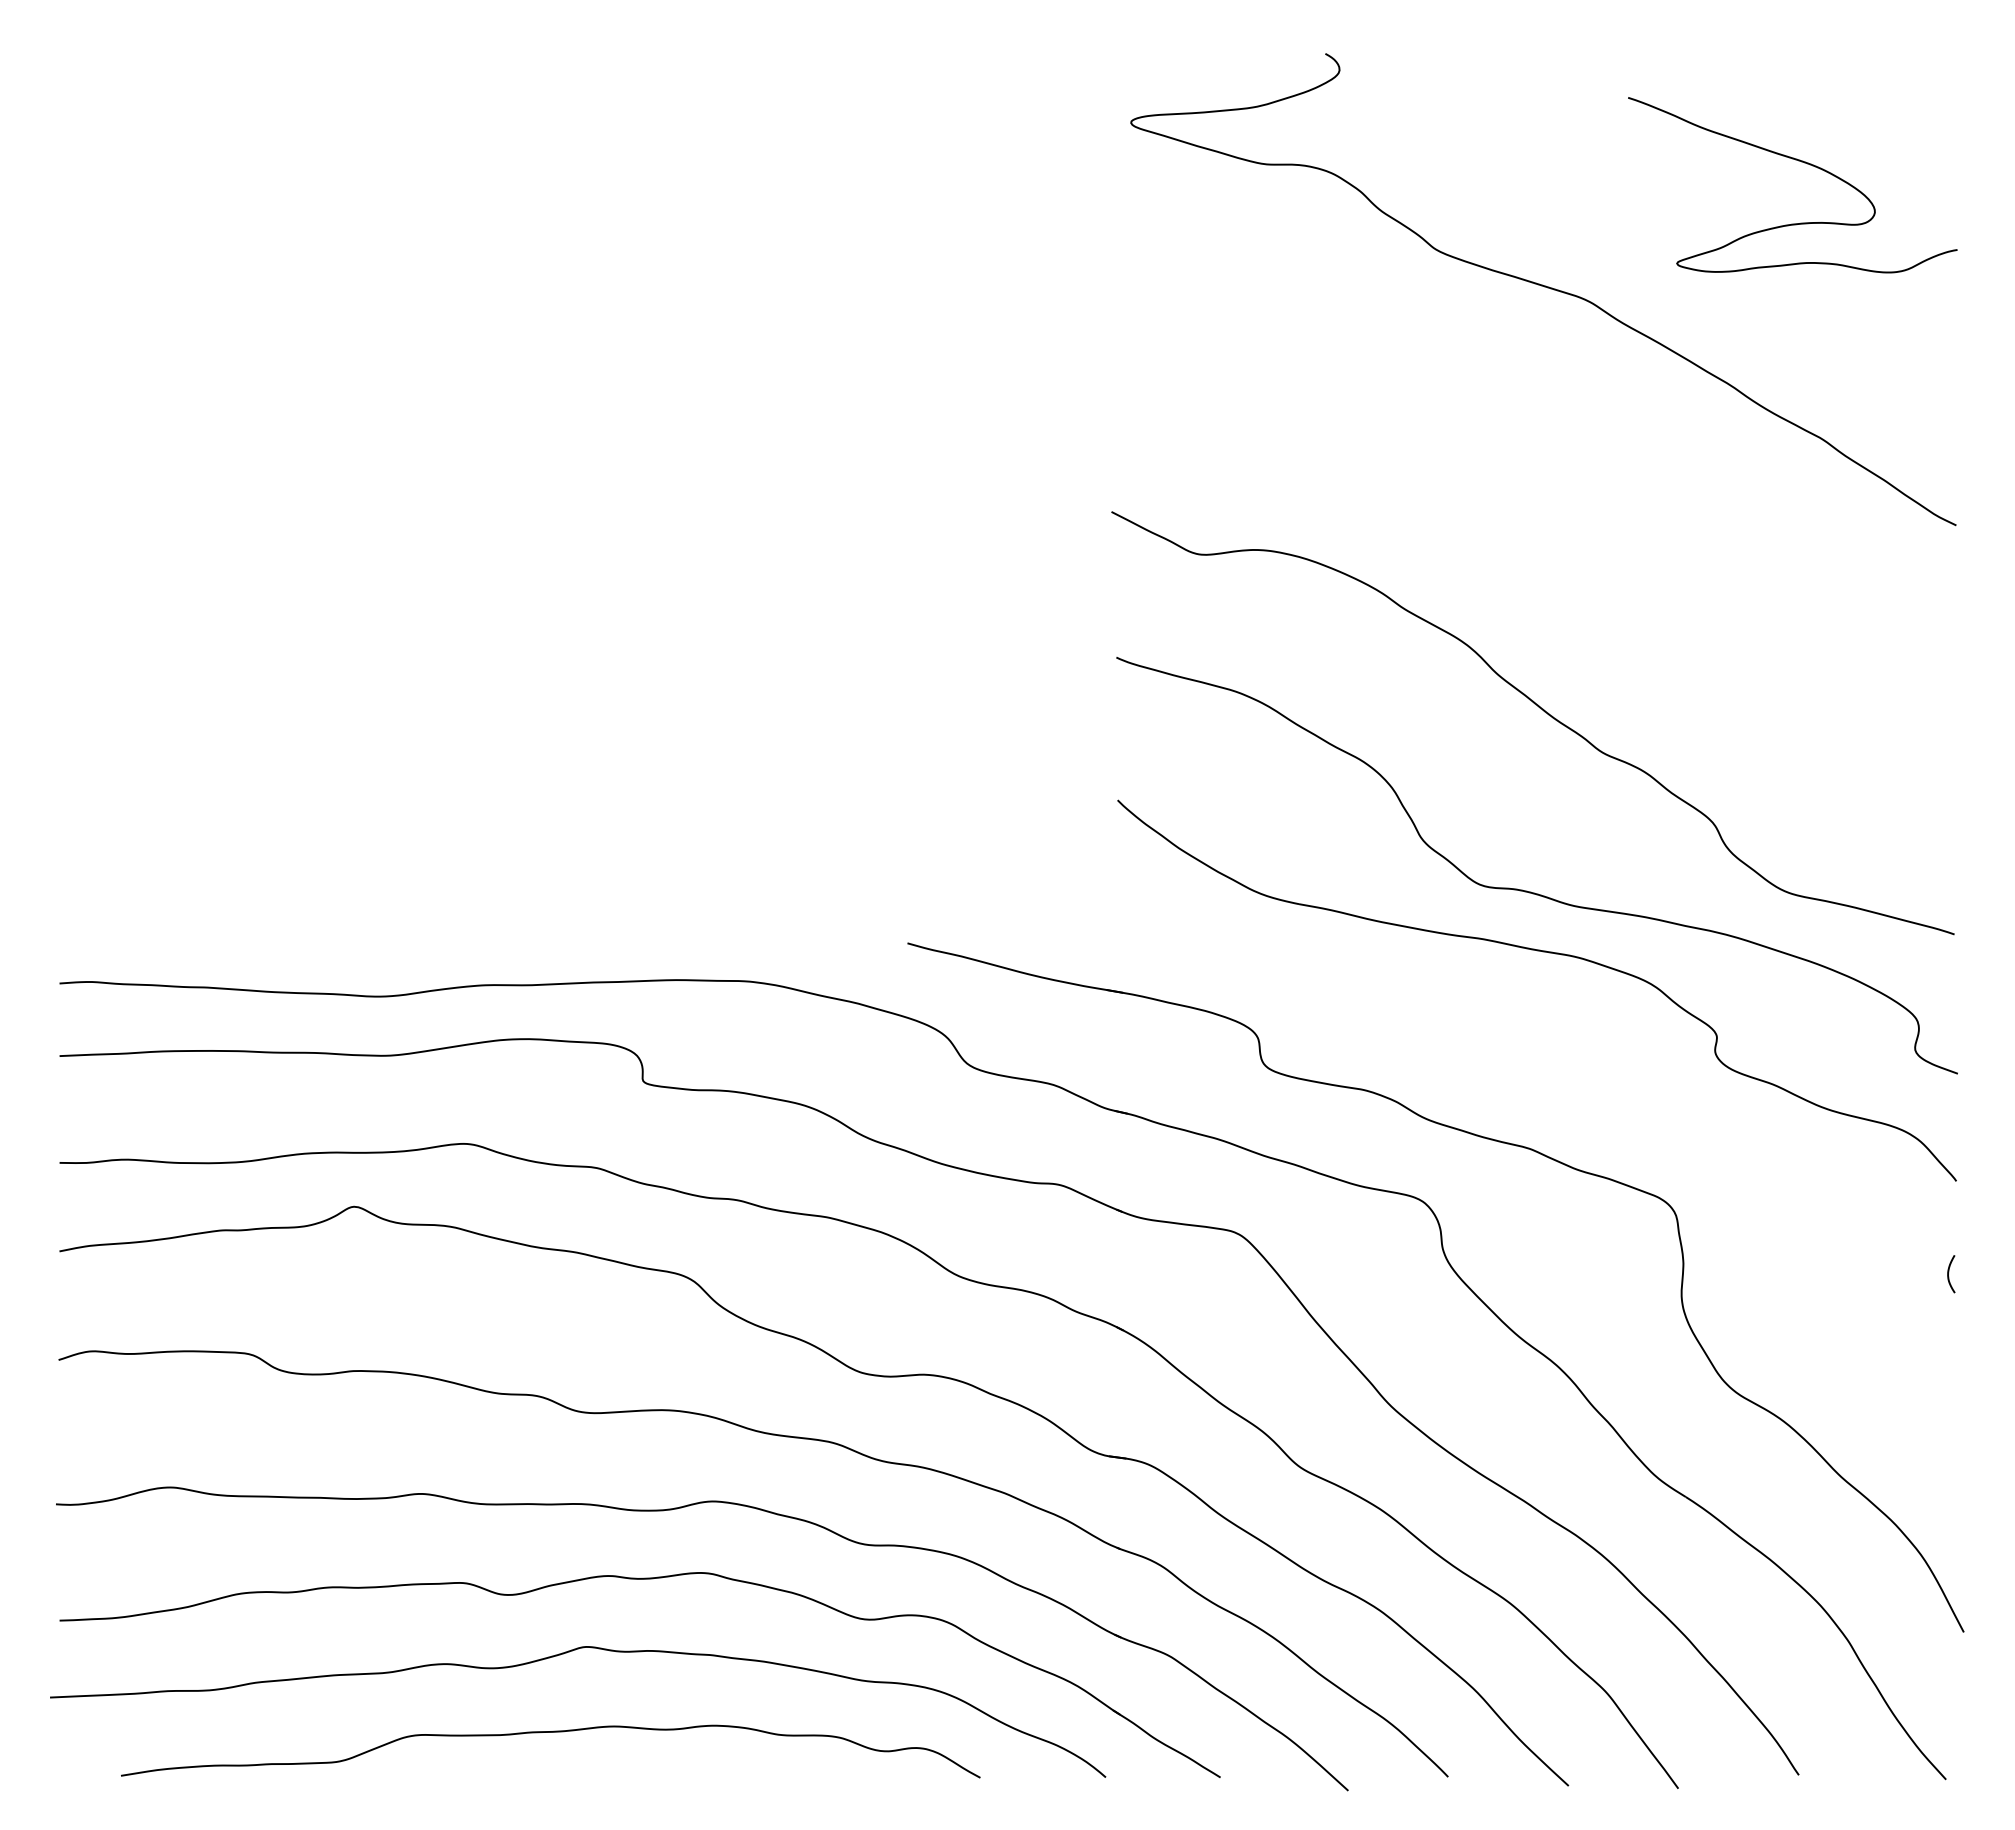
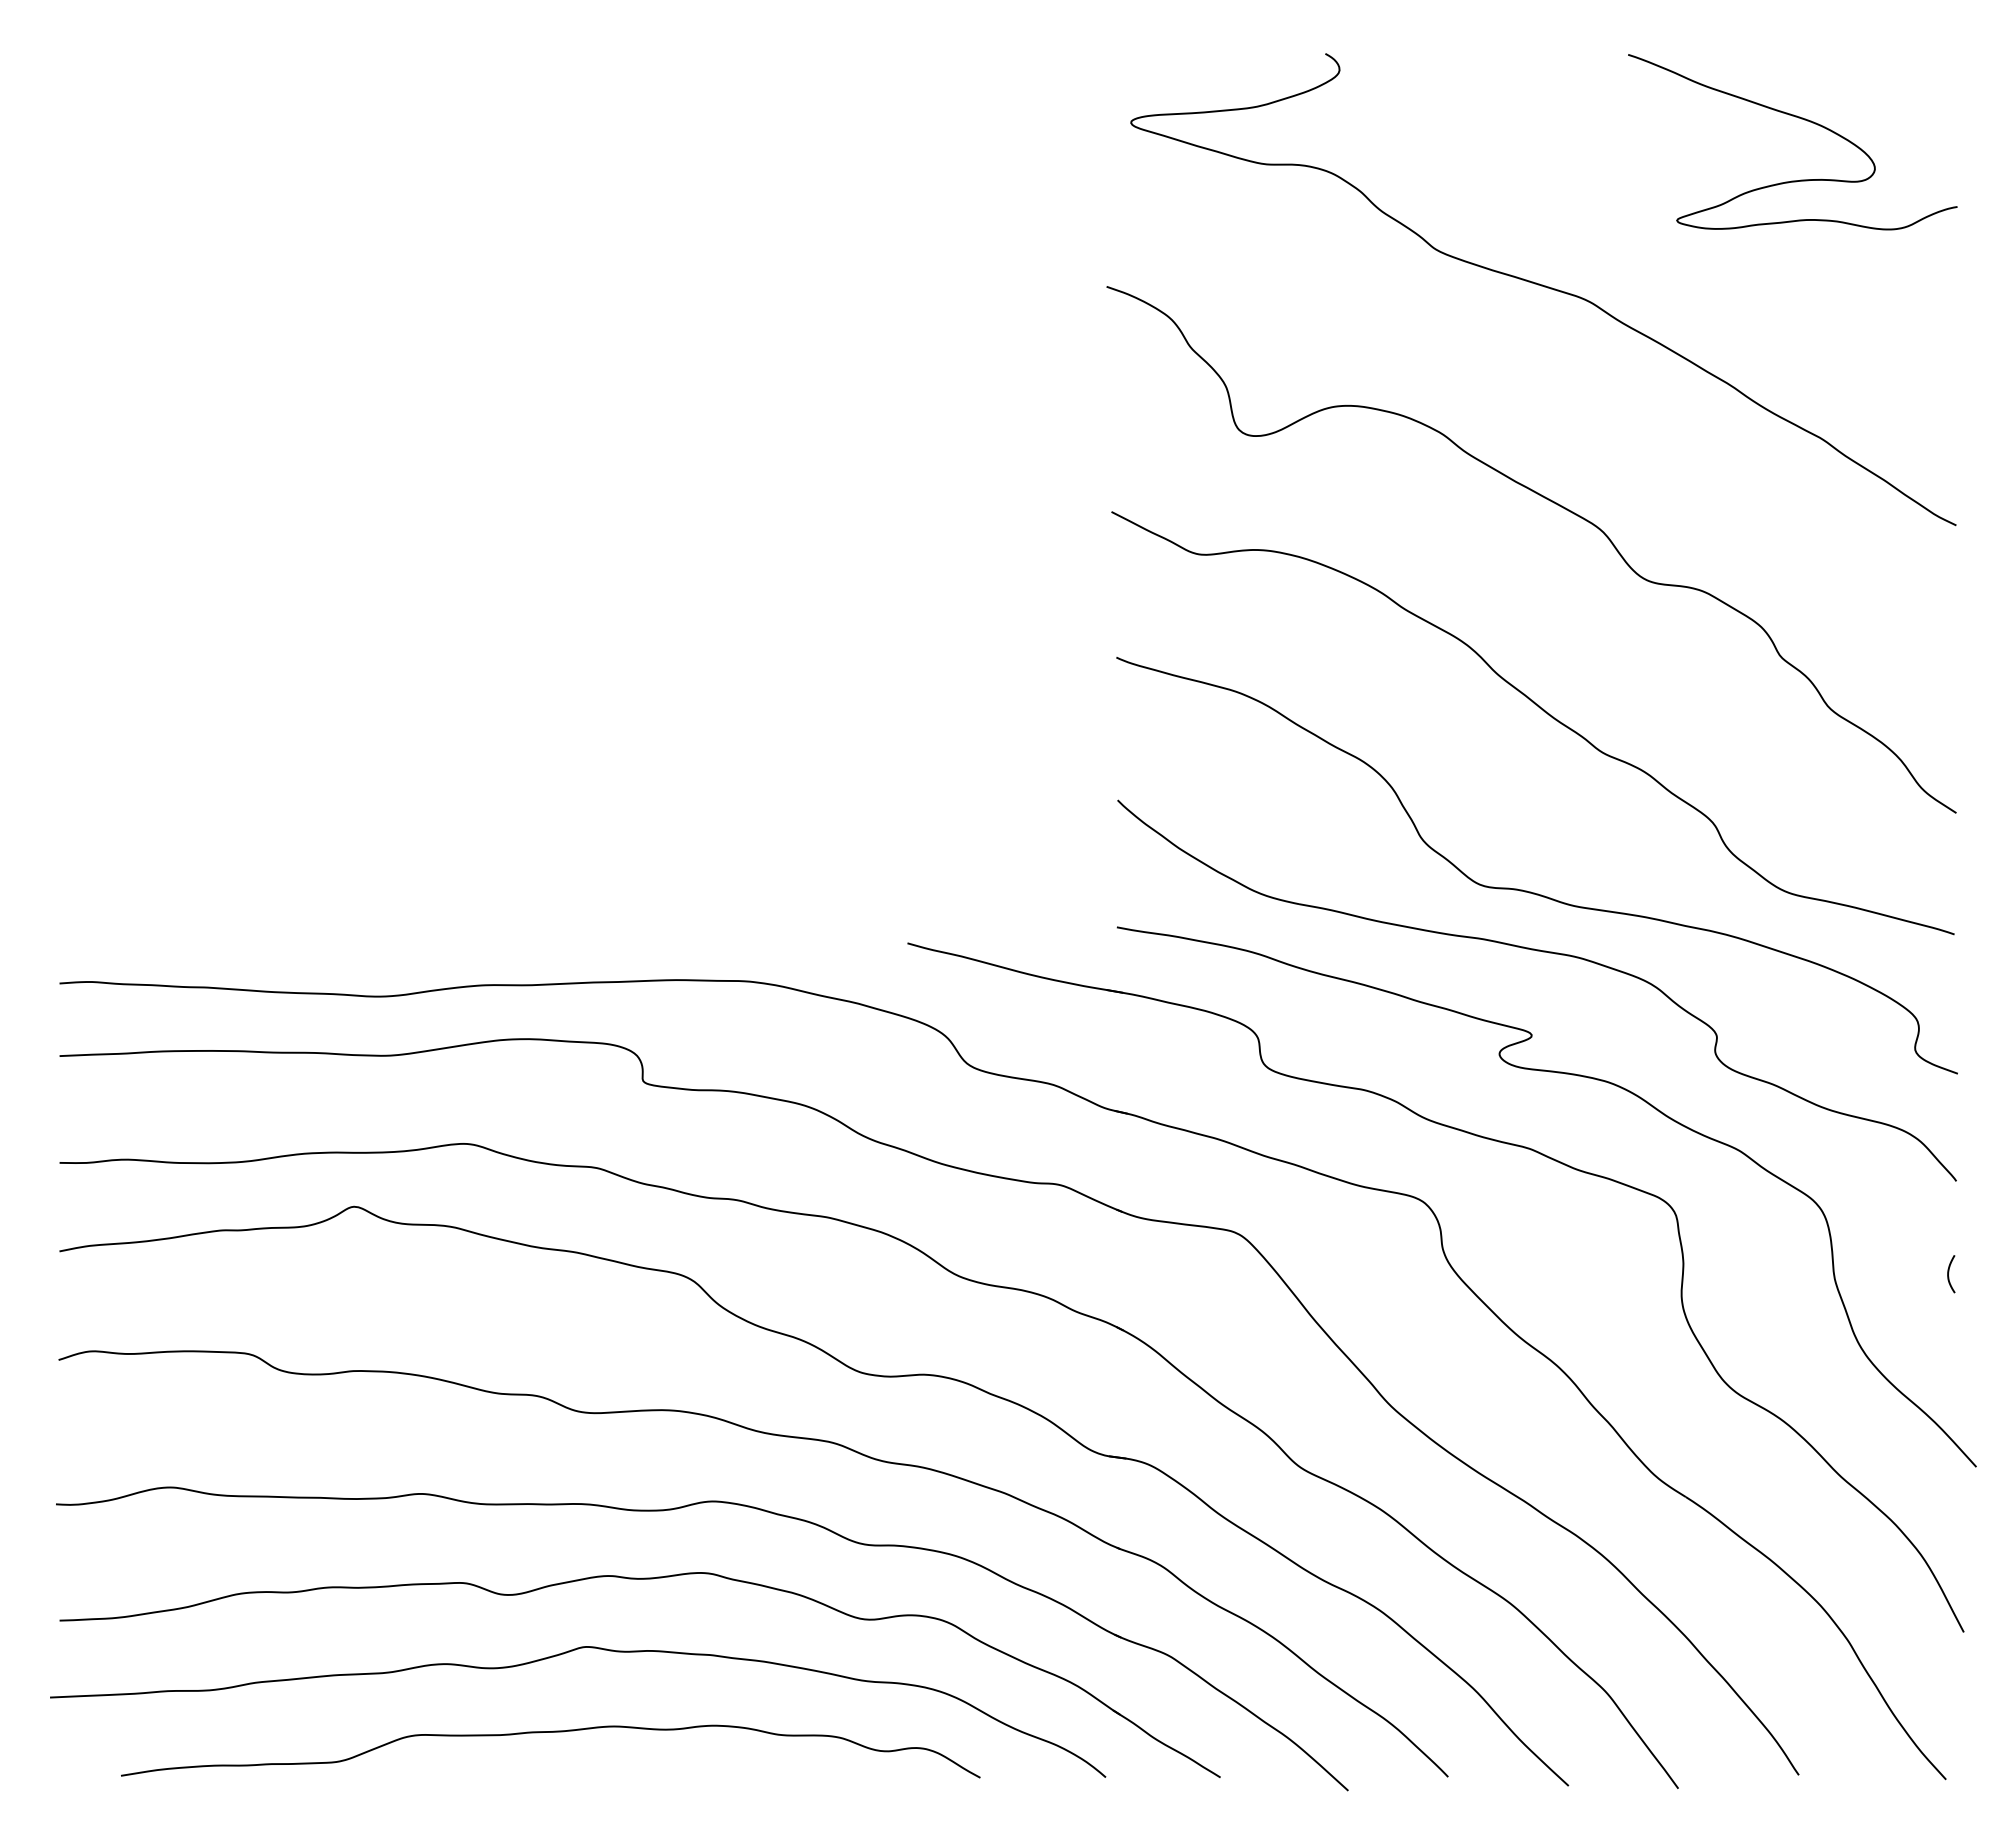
curve at (1801, 162) position: (1801, 162) -> (1801, 119)
curve at (1553, 503): none -> present
curve at (1565, 1074): none -> present
